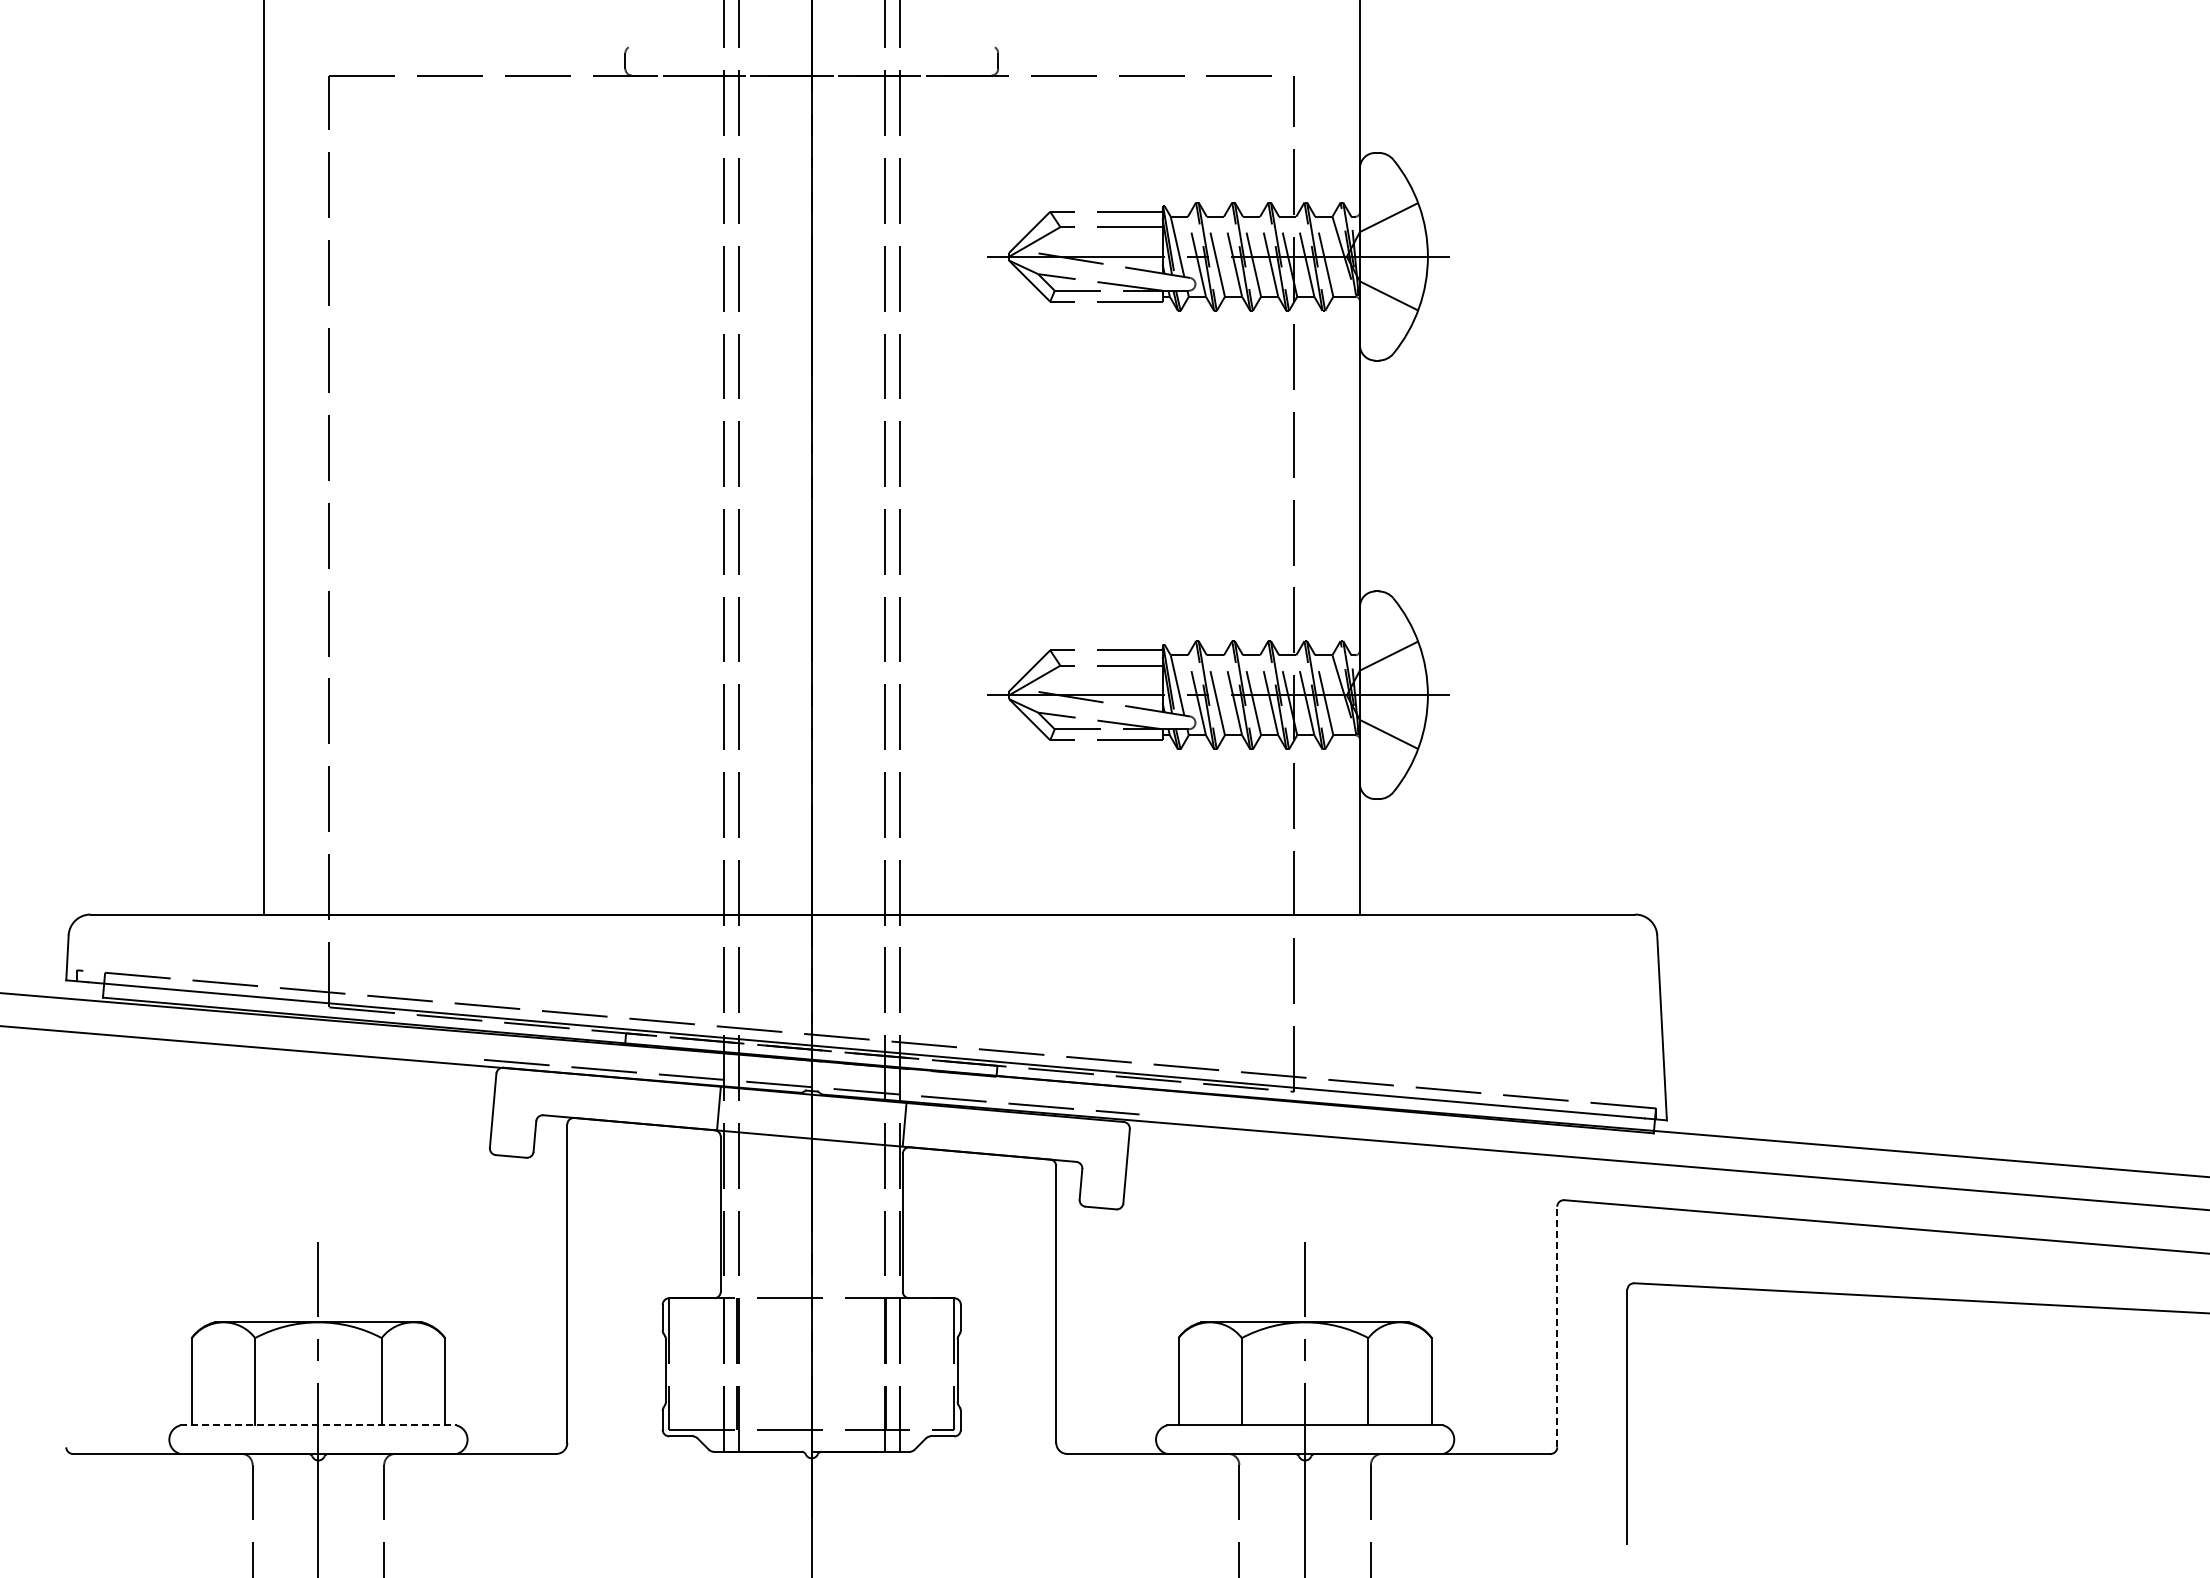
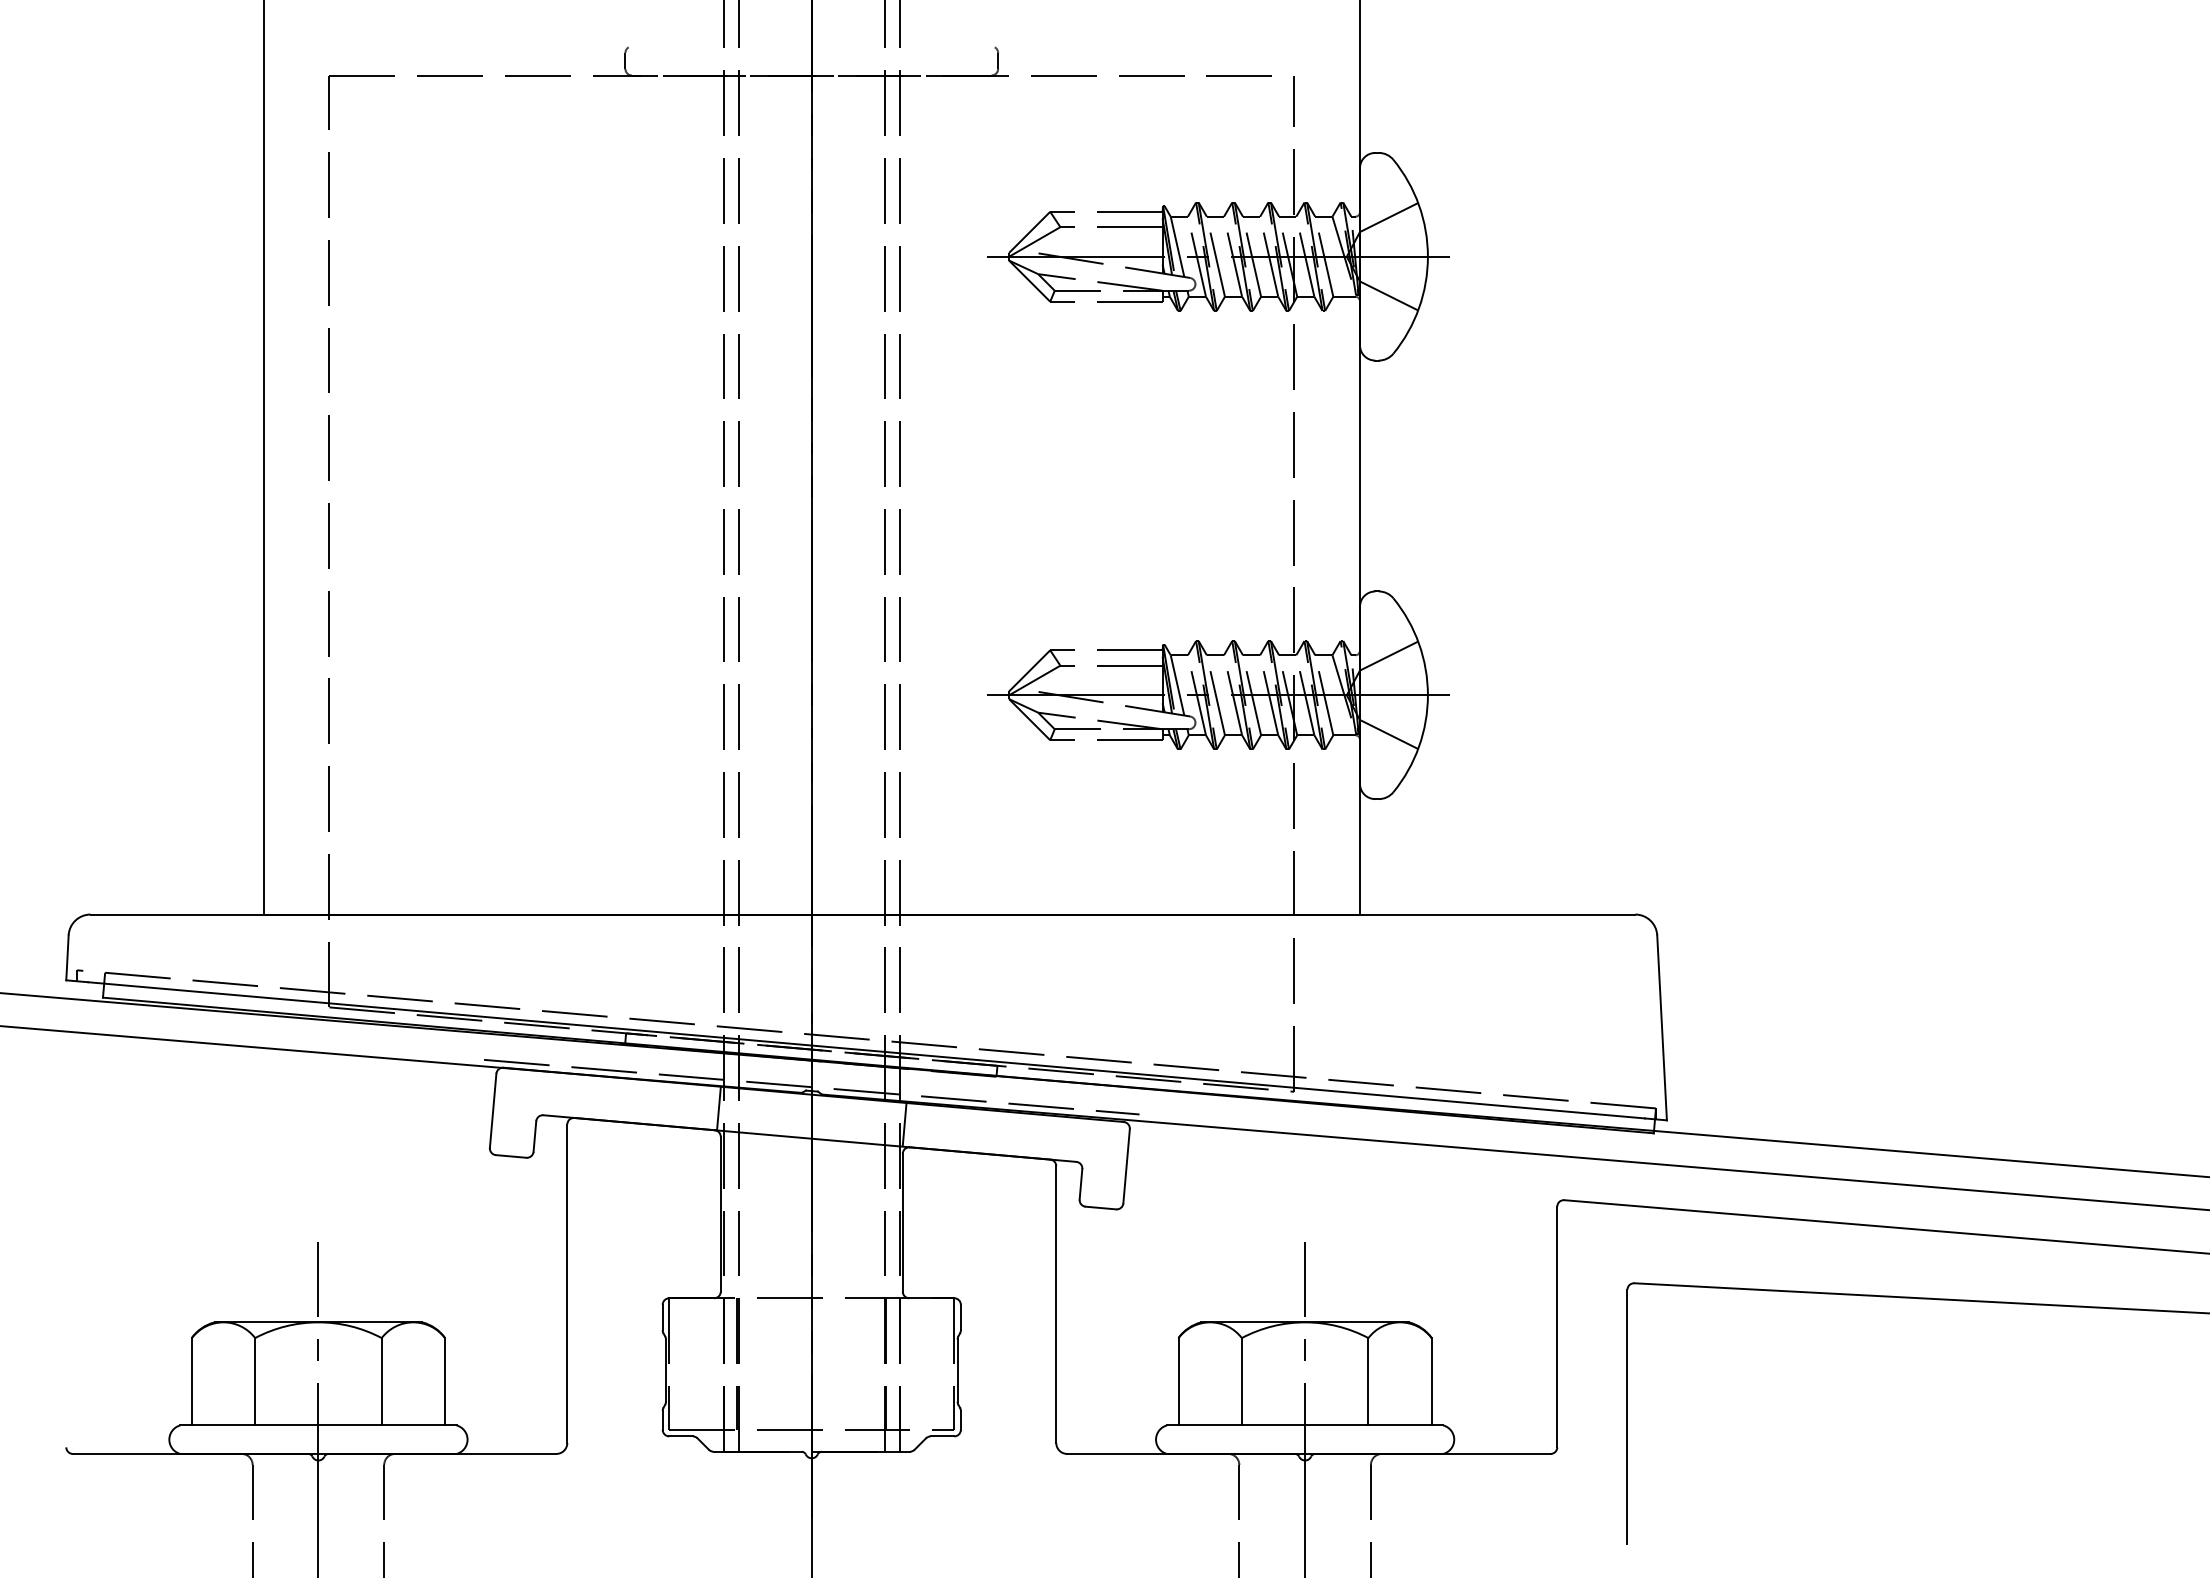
line at (1557, 1326): dashed -> solid
line at (318, 1425): dashed -> solid
